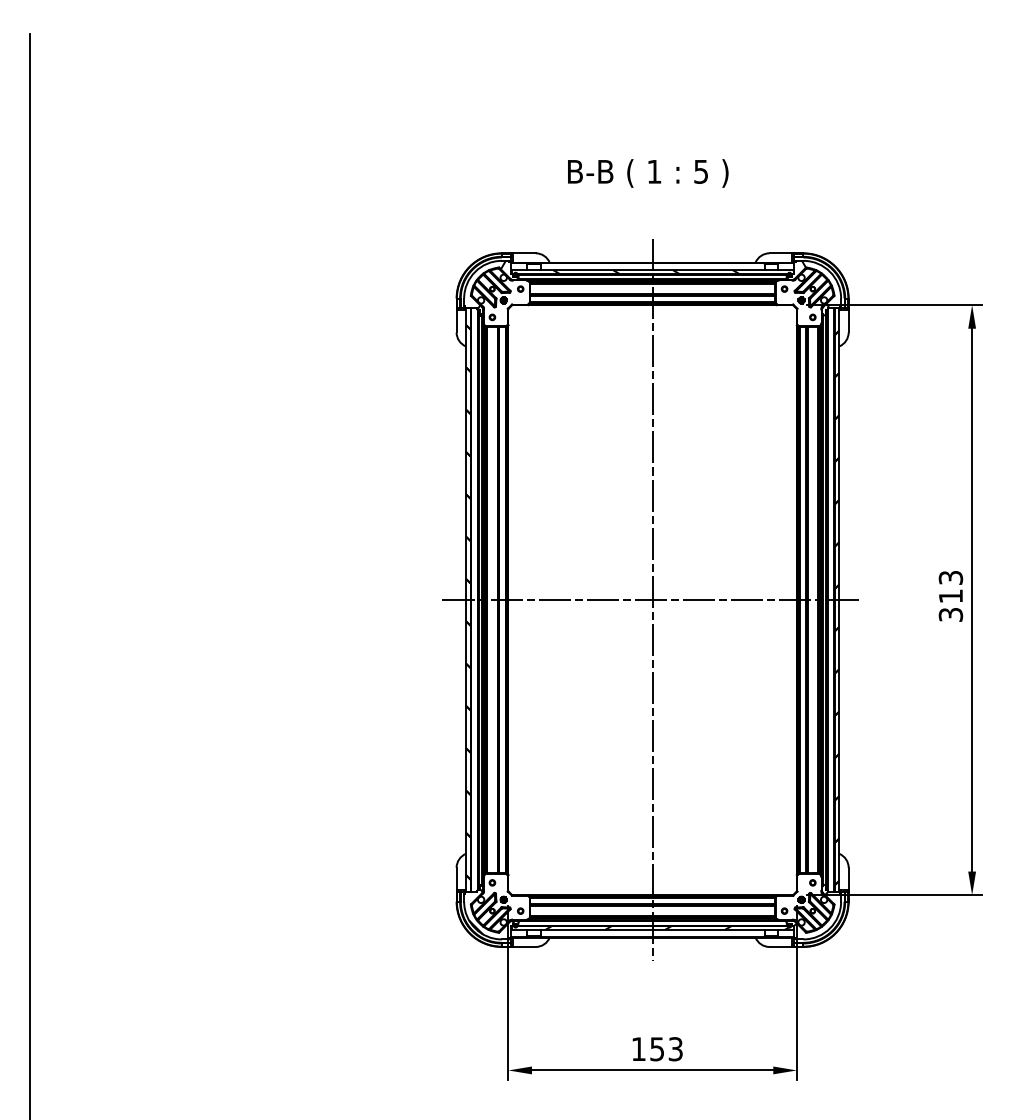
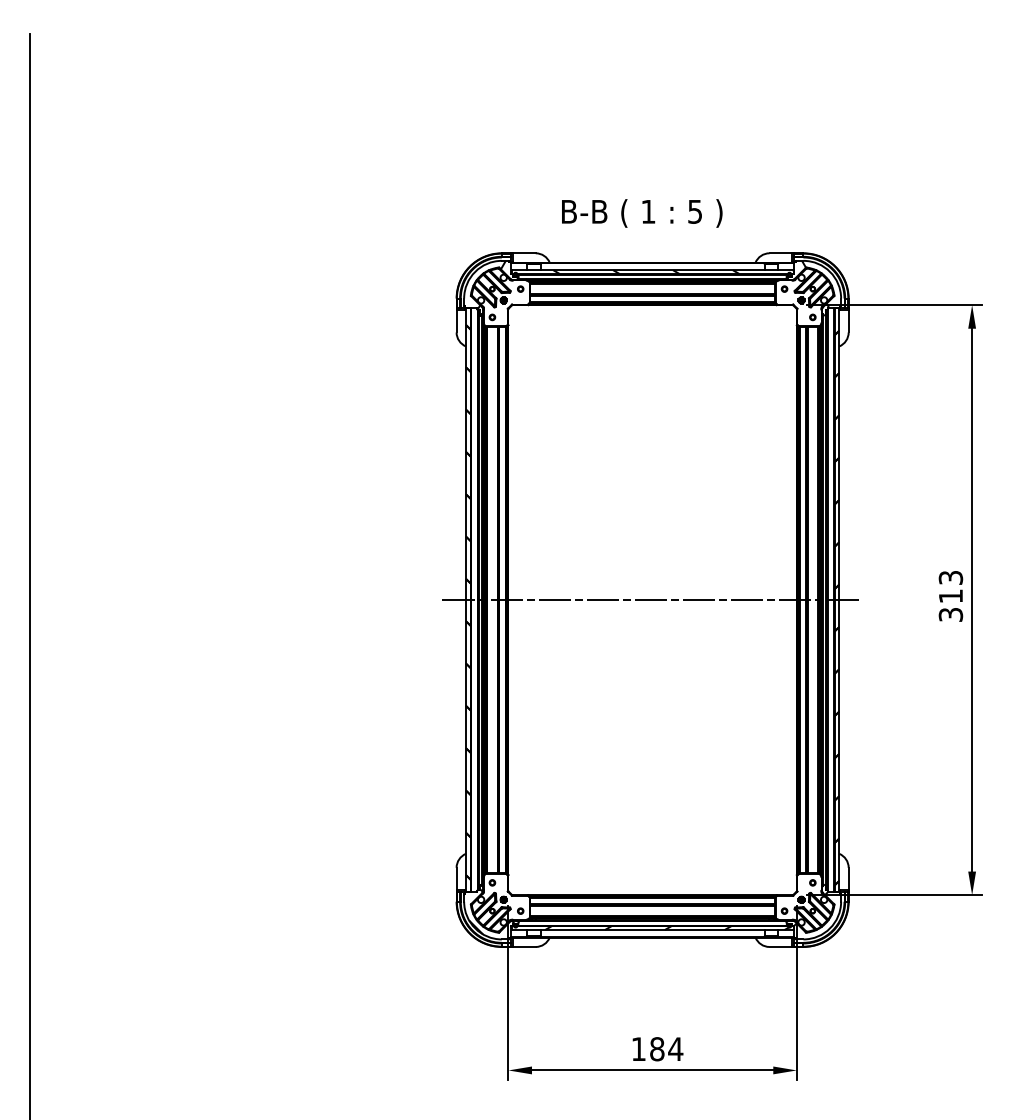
text at (648, 173) position: (648, 173) -> (642, 213)
line at (652, 600): present -> none
text at (666, 1049): 153 -> 184
